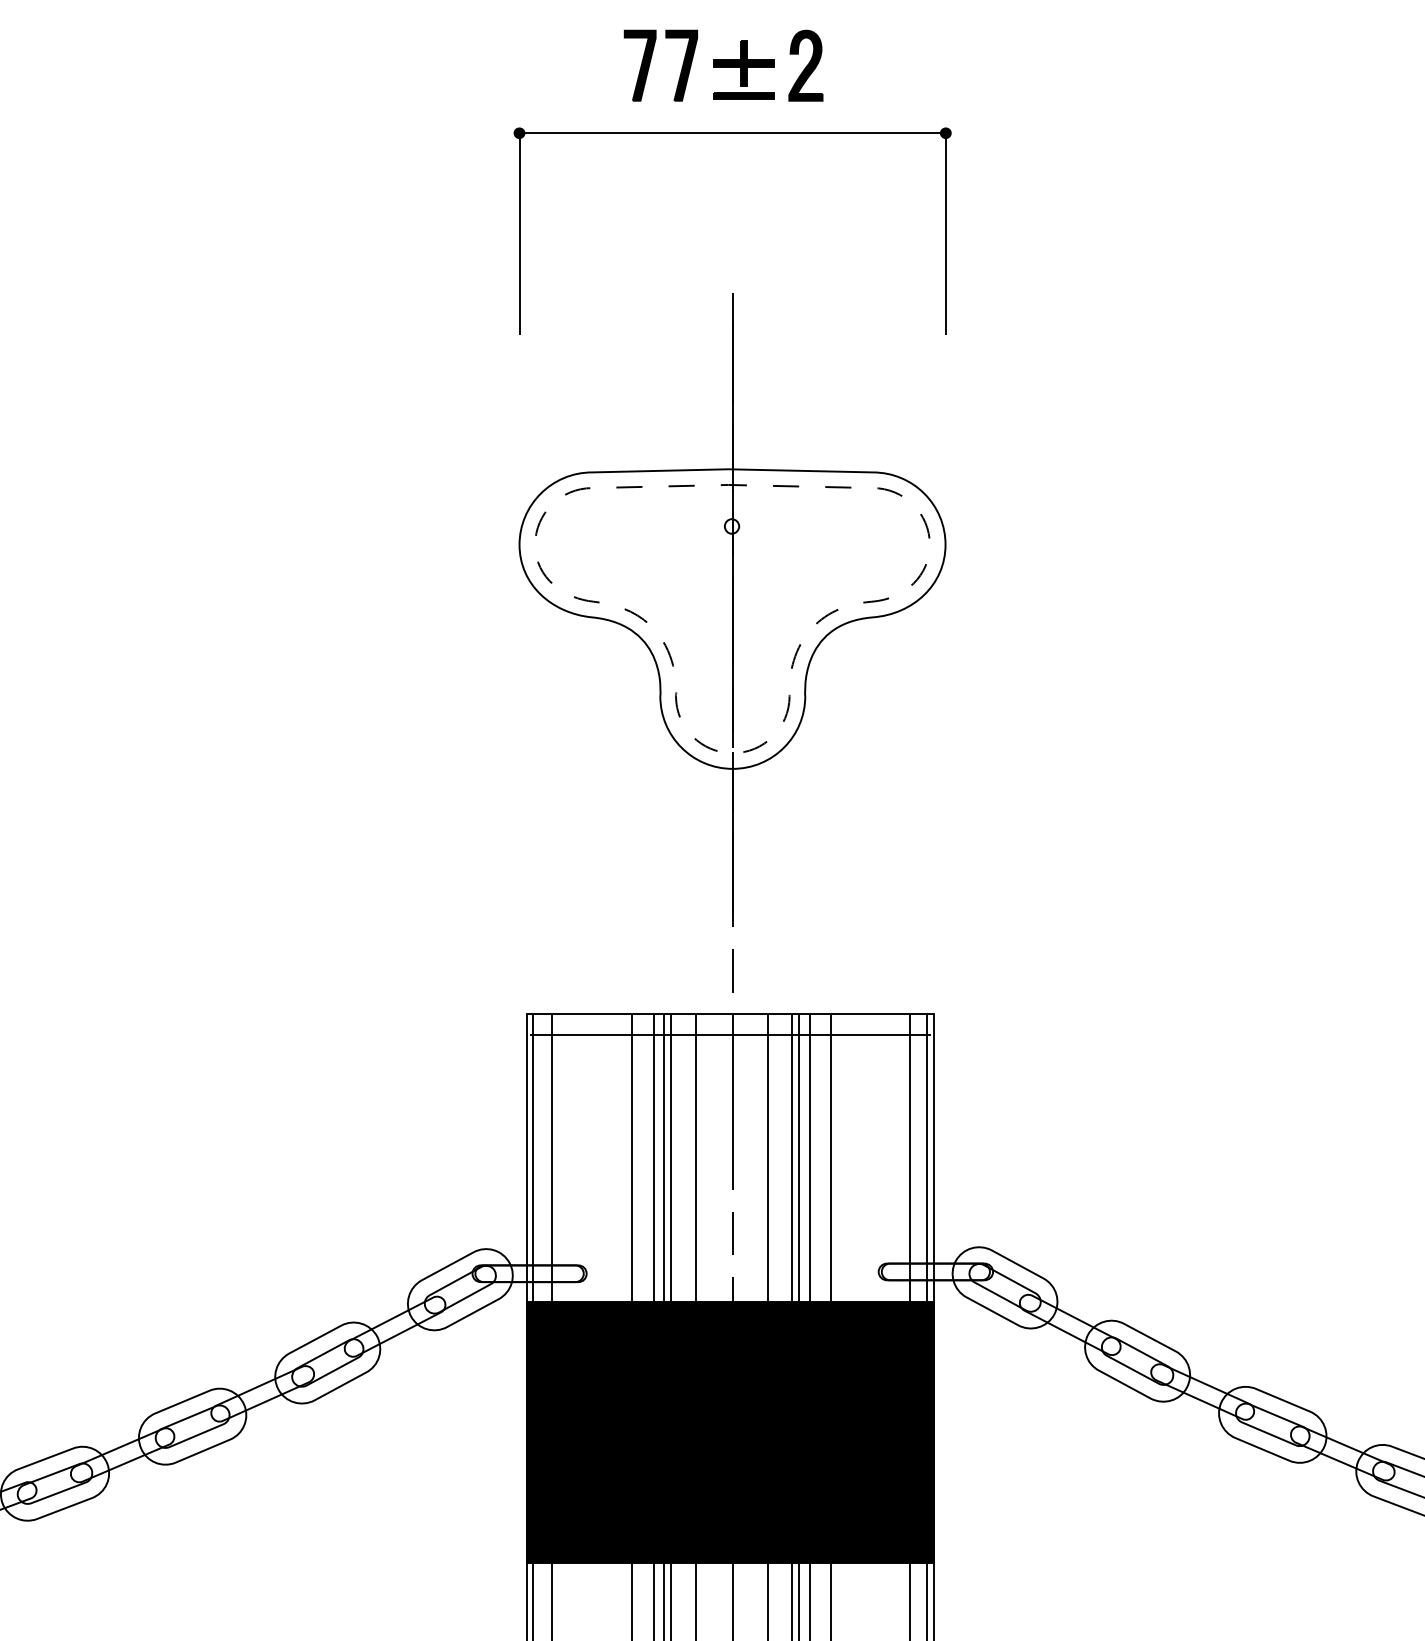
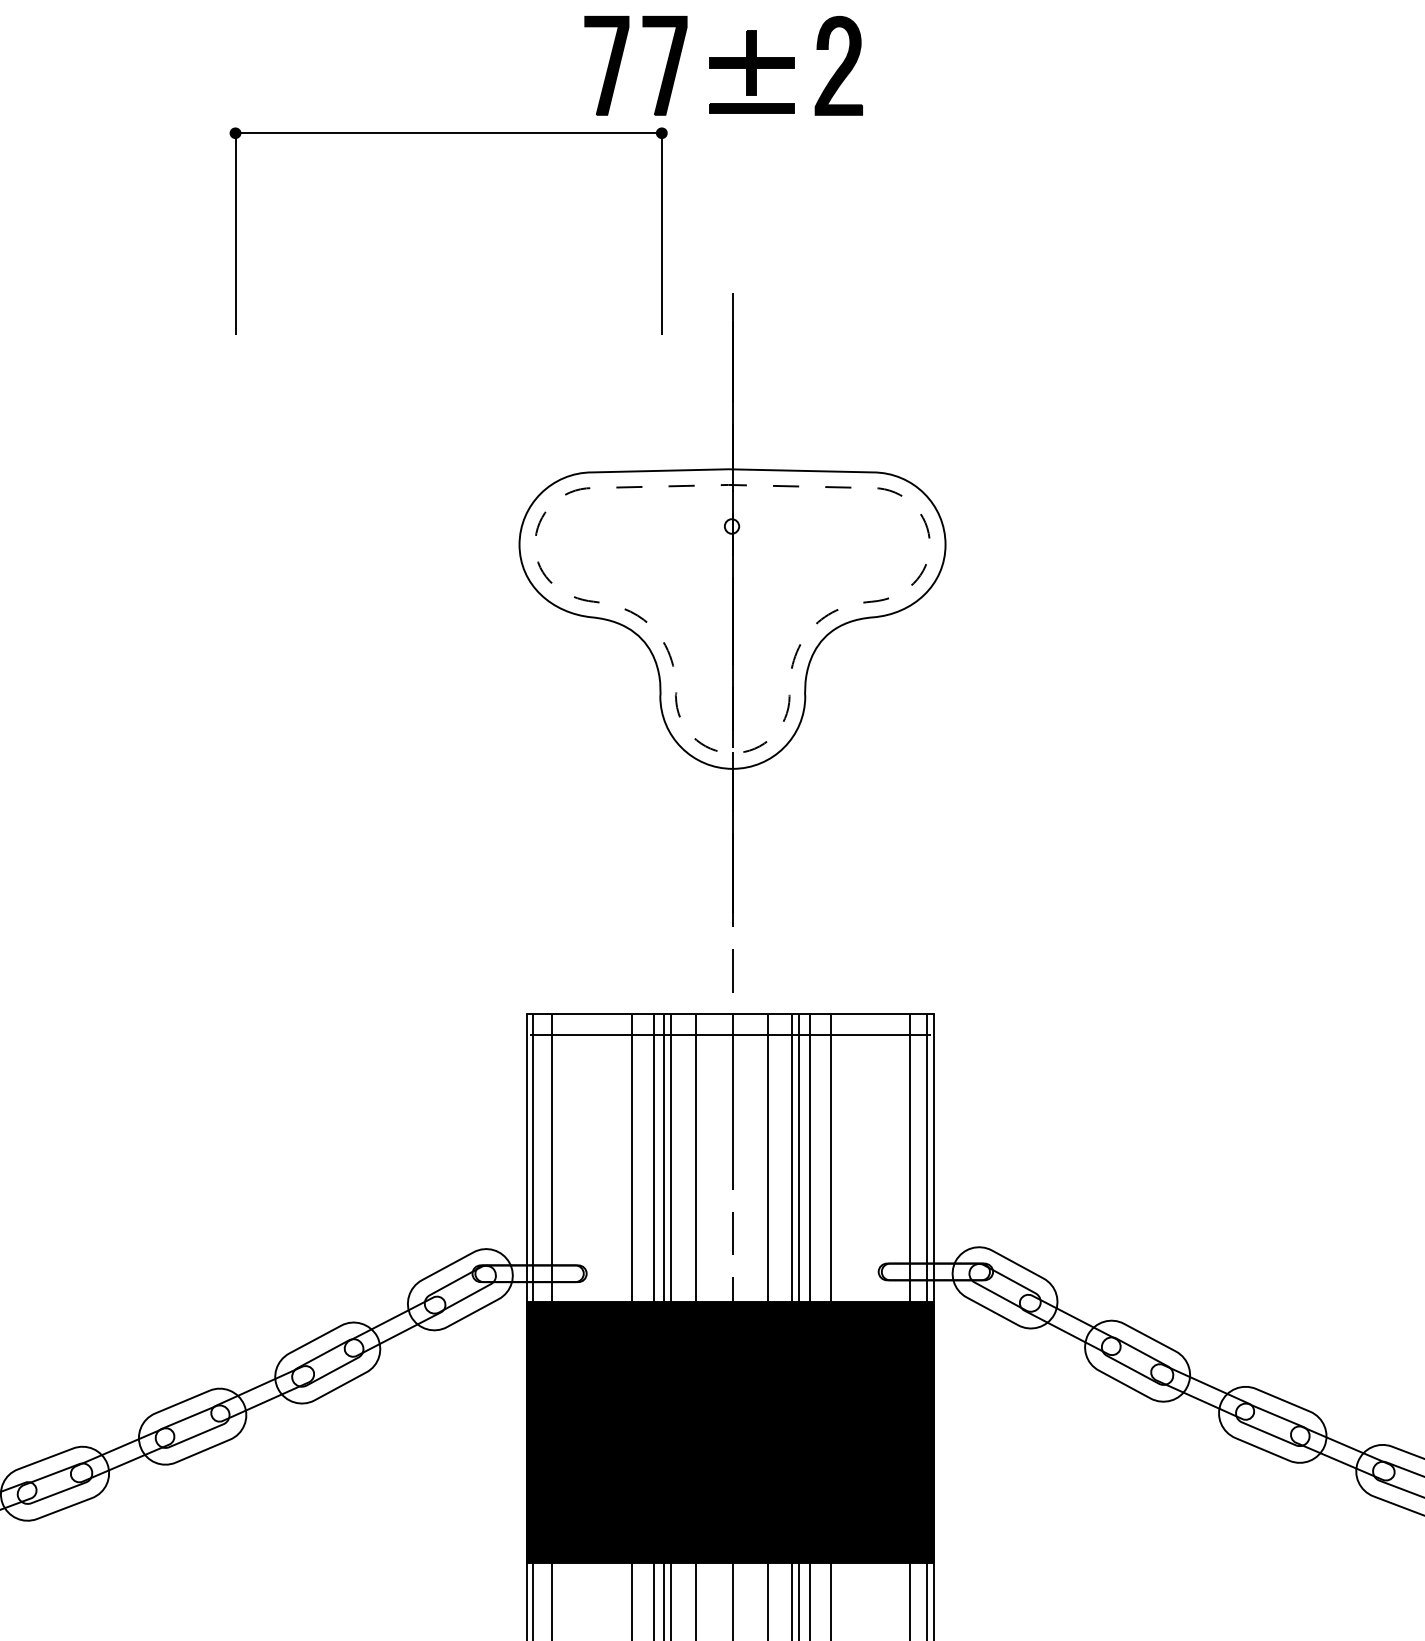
part at (723, 65) size: 201x73 px -> 279x100 px
part at (732, 133) position: (732, 133) -> (448, 133)
